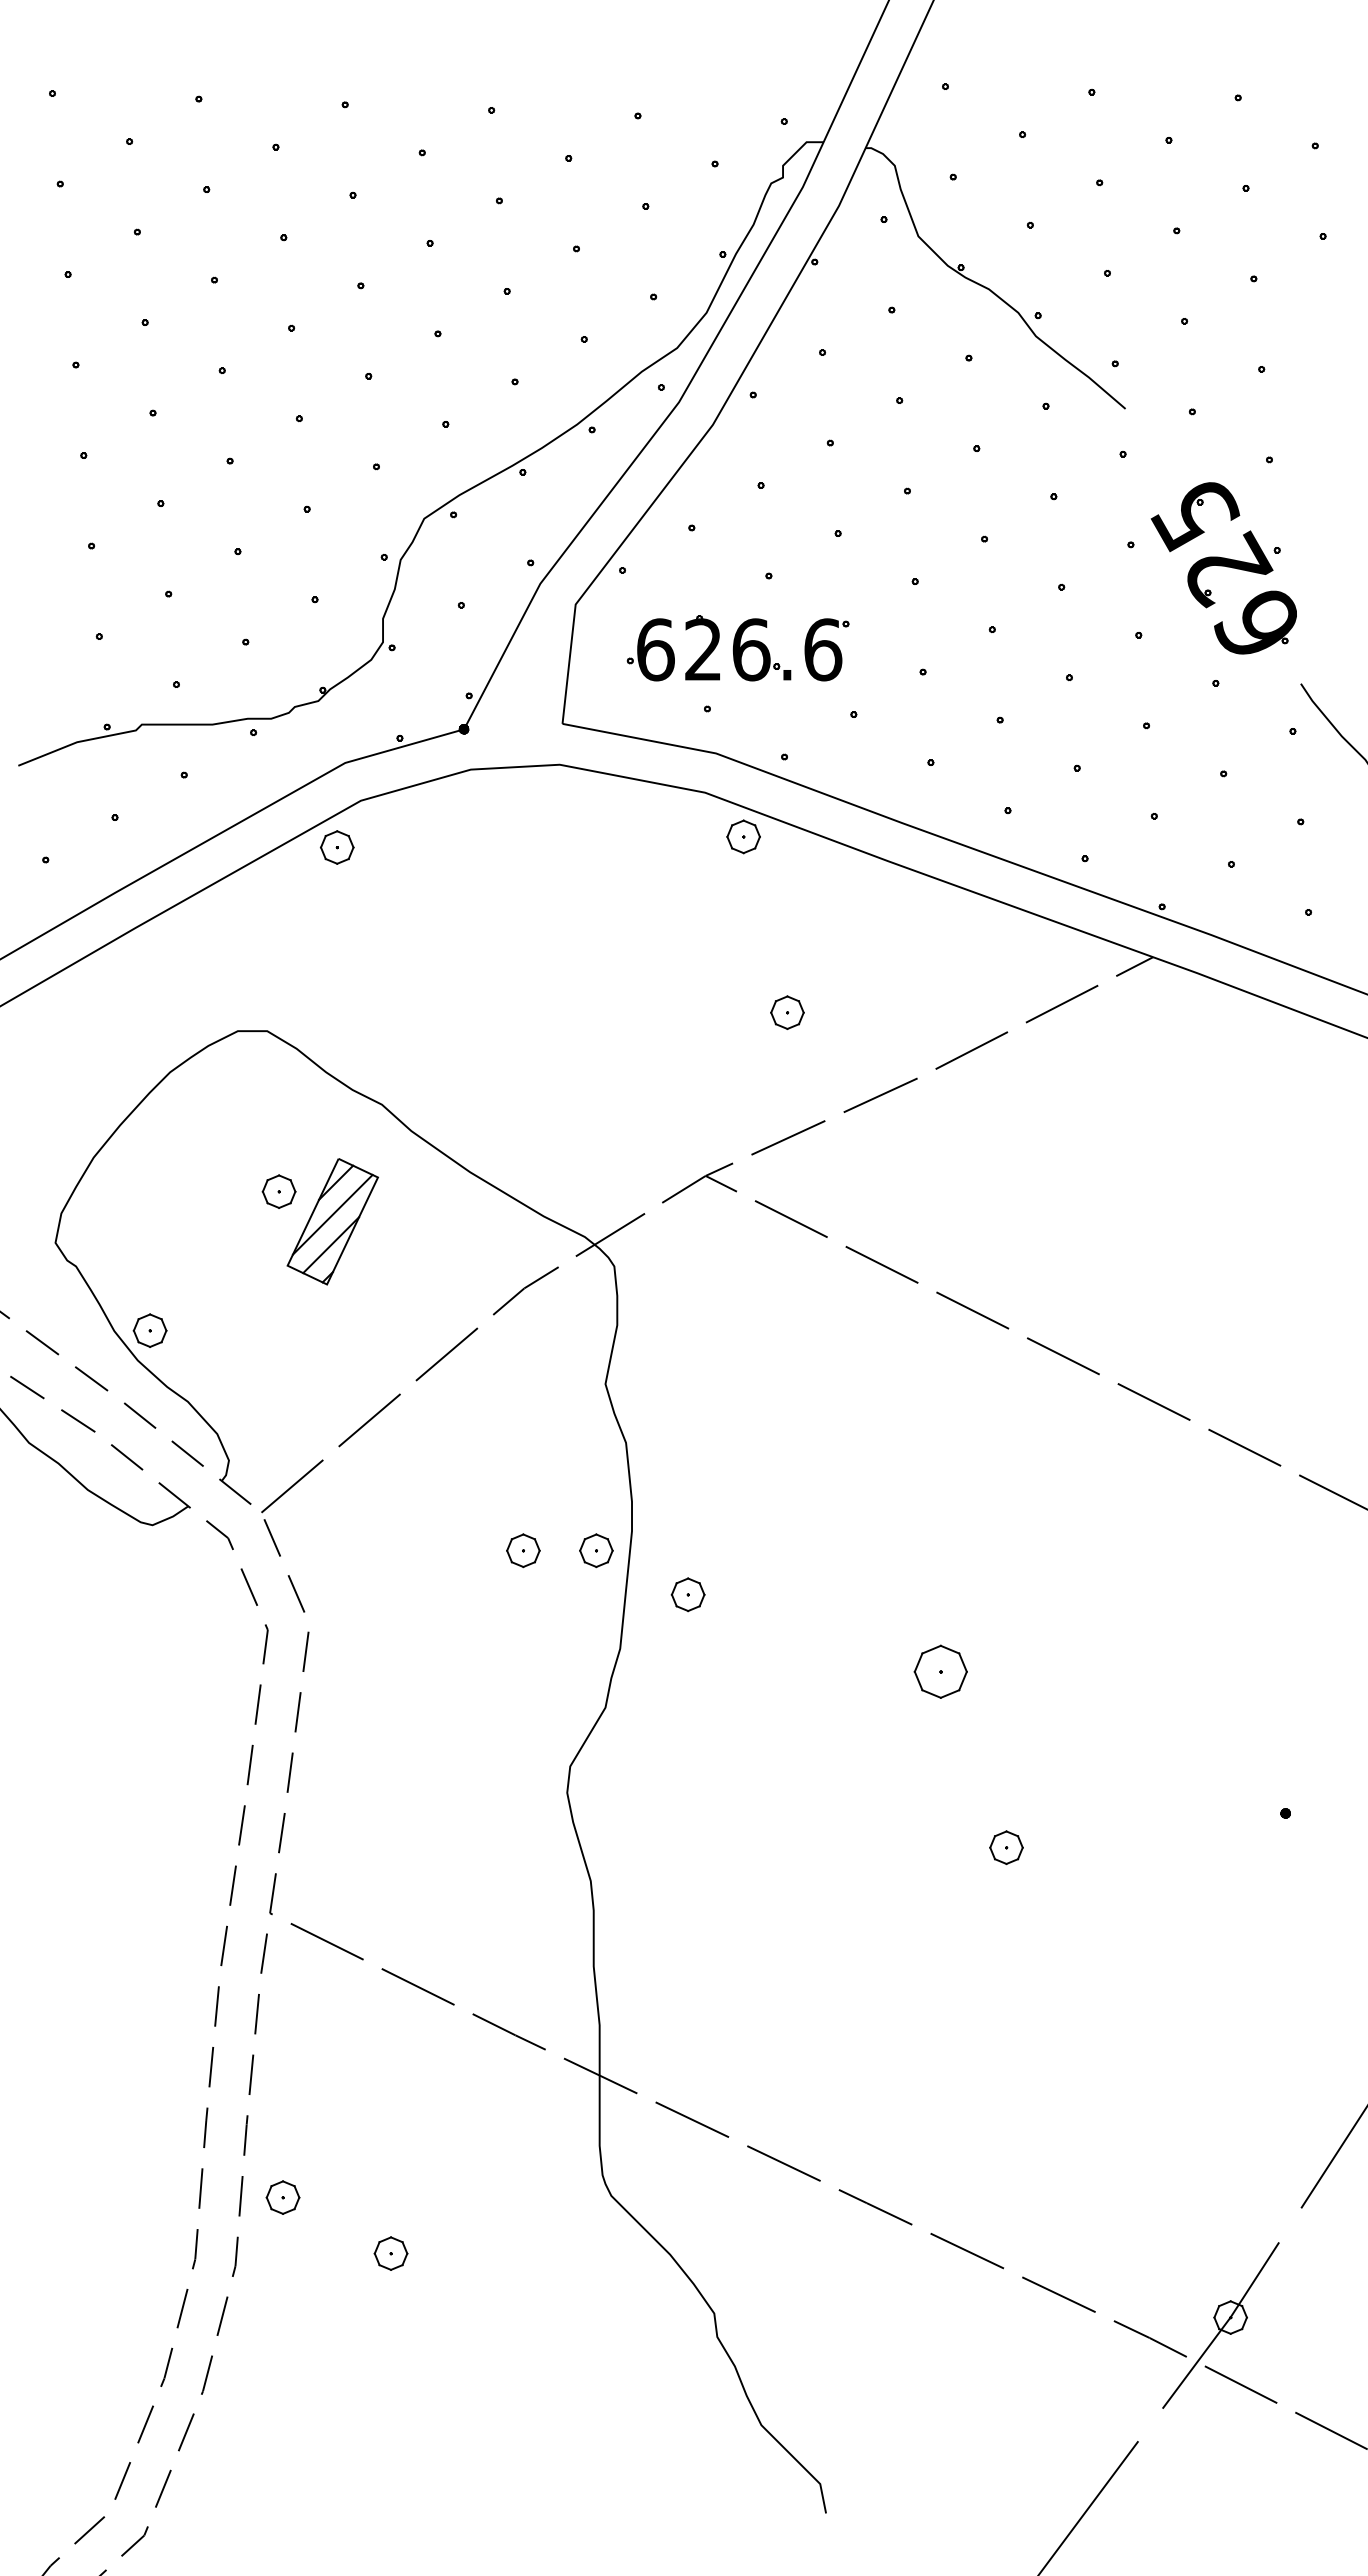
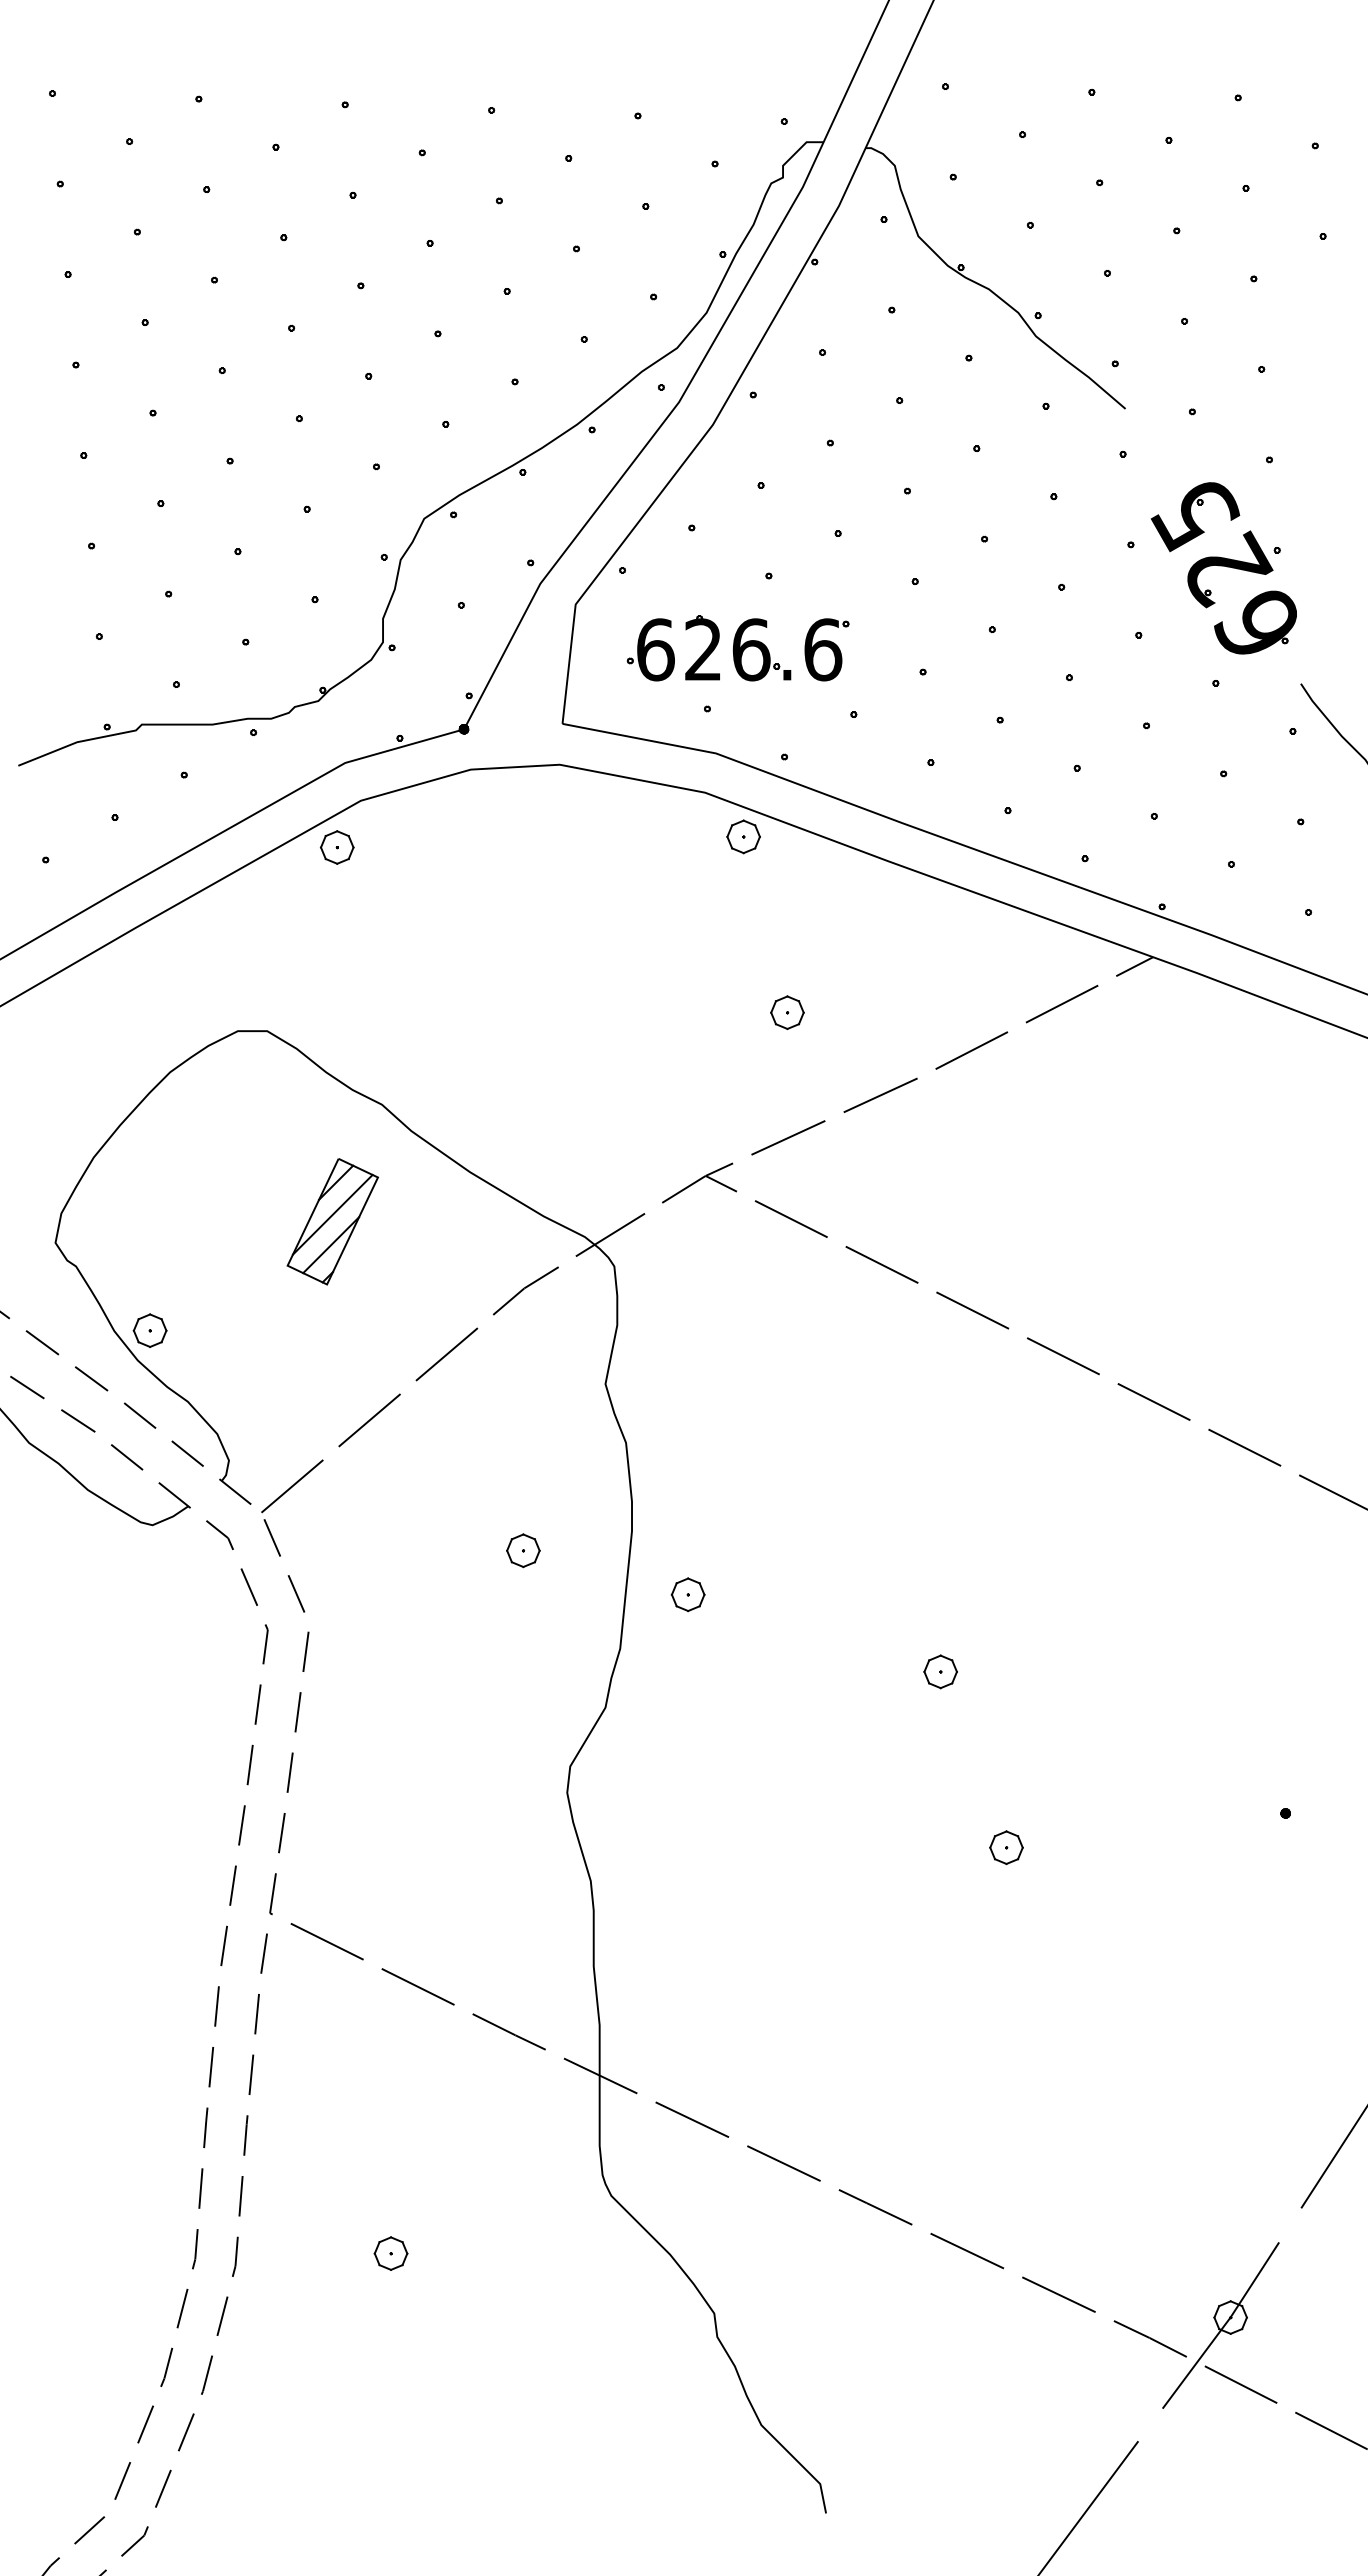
part at (278, 1191): present -> none
part at (596, 1550): present -> none
part at (940, 1671) size: 55x55 px -> 35x36 px
part at (282, 2197): present -> none
